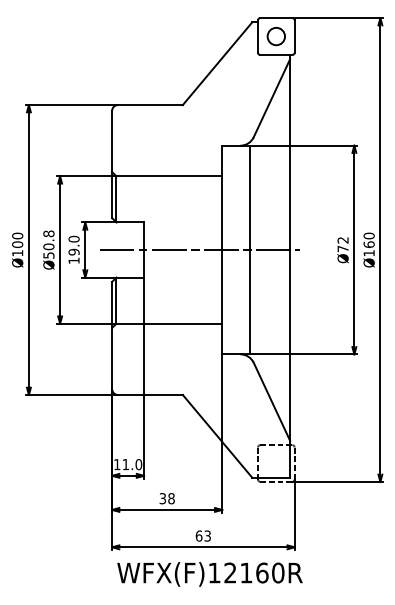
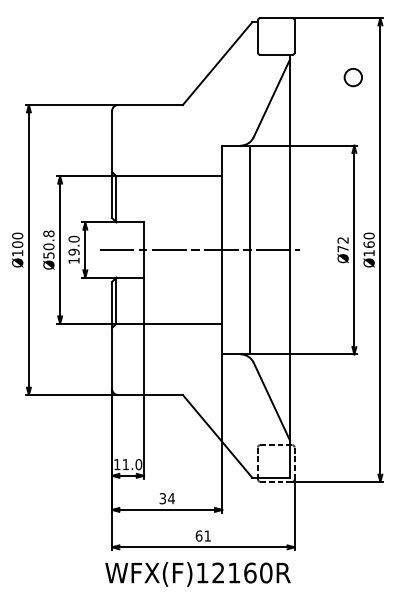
circle at (275, 36) position: (275, 36) -> (352, 77)
text at (170, 498): 38 -> 34
text at (207, 535): 63 -> 61
text at (209, 574) position: (209, 574) -> (197, 574)
